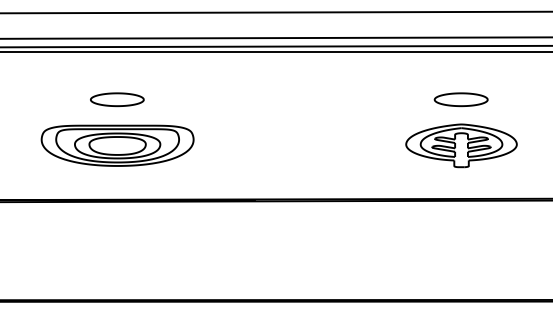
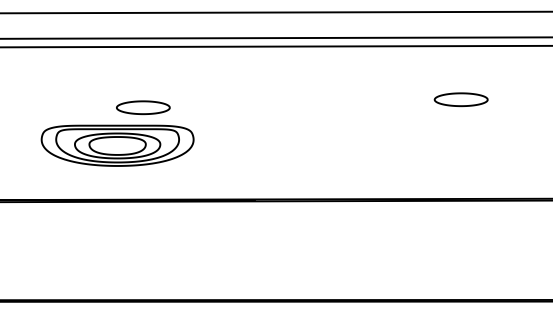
line at (275, 51): present -> none
part at (117, 99) position: (117, 99) -> (143, 107)
part at (461, 145): present -> none
